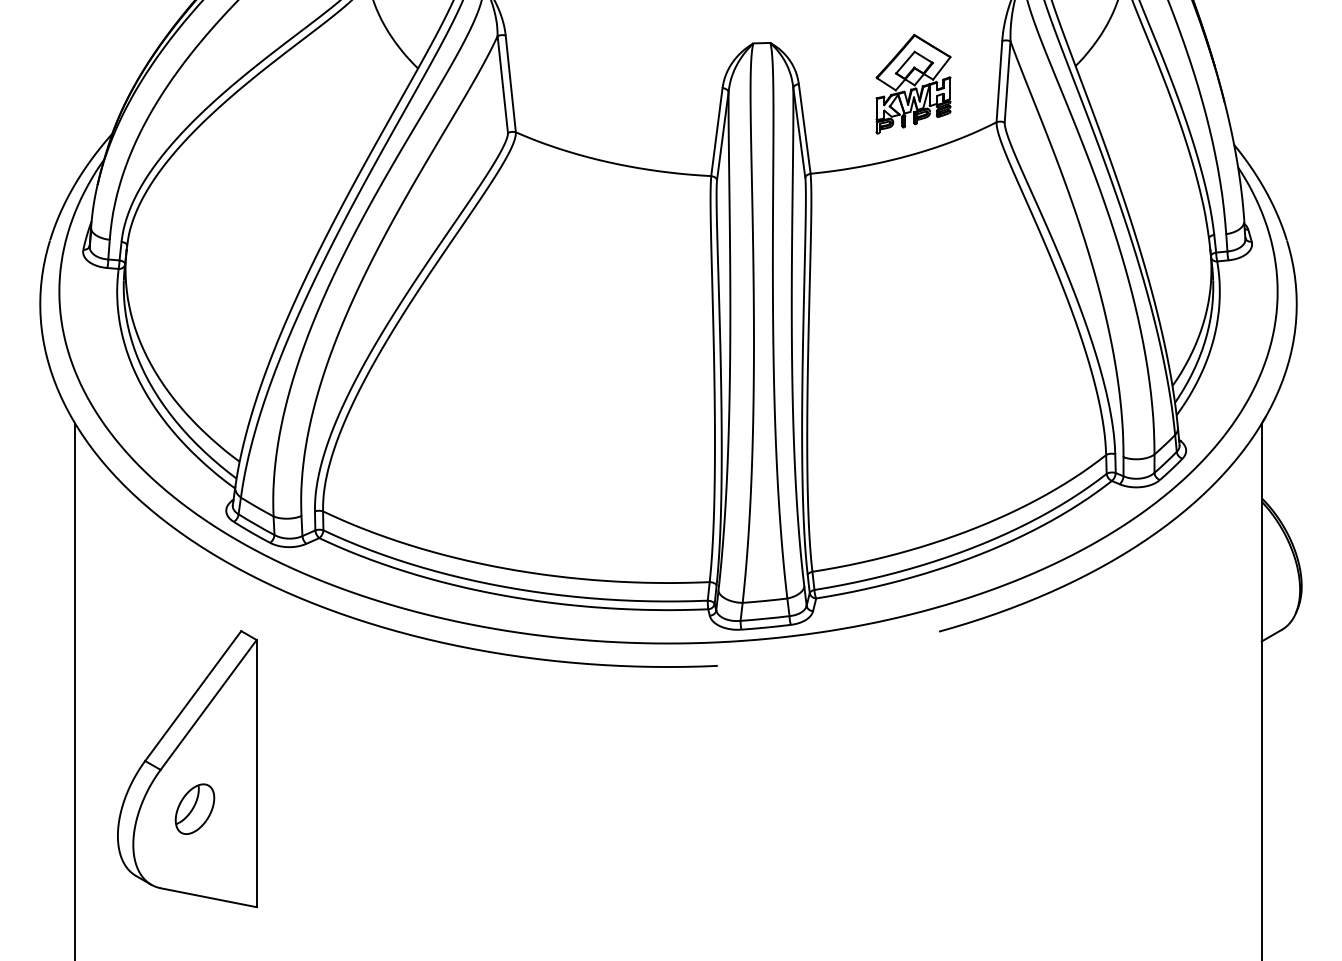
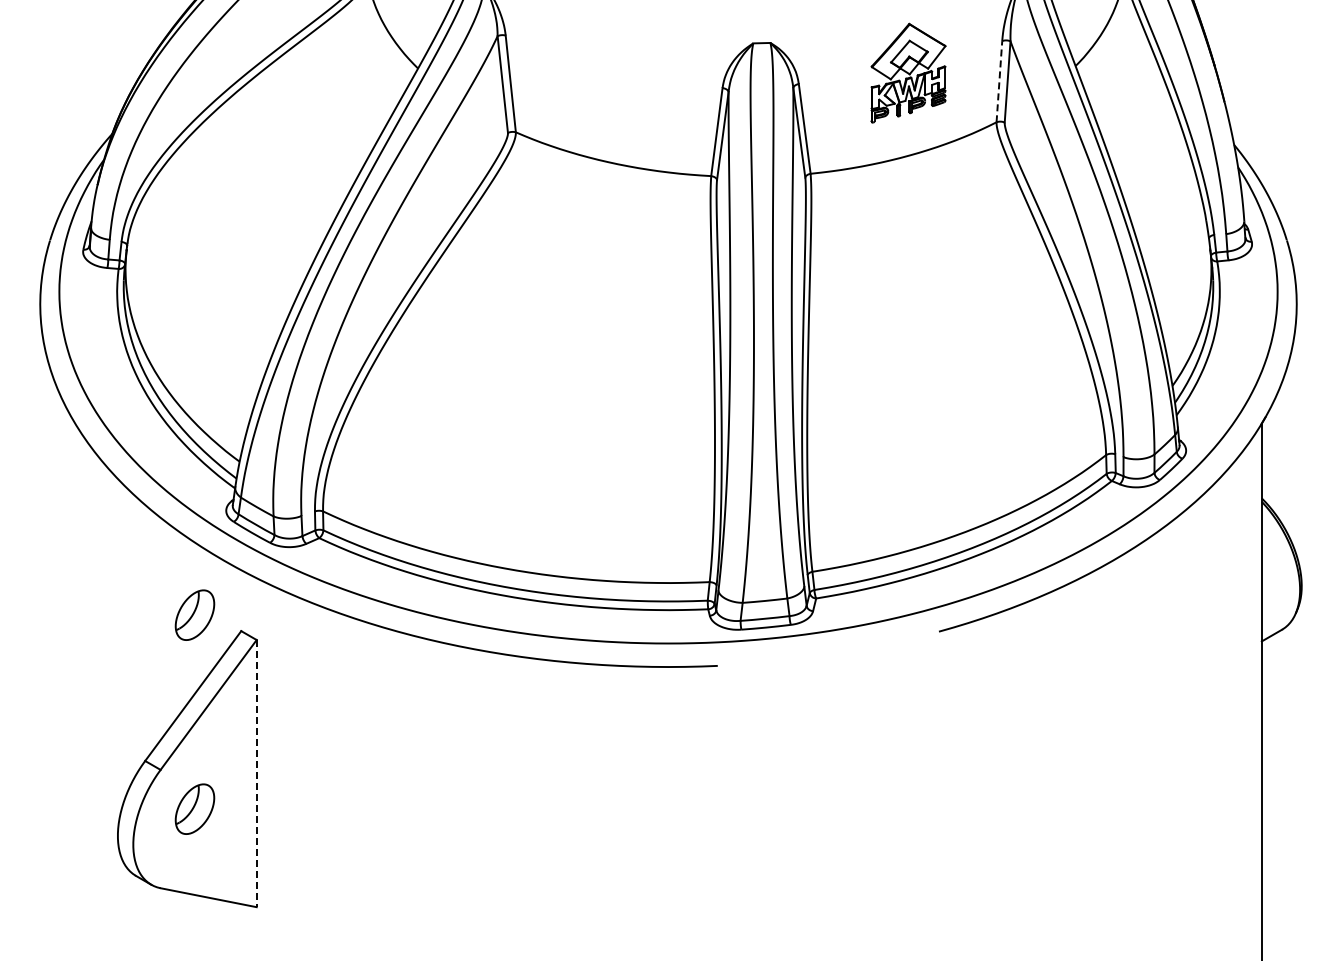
line at (999, 81): solid -> dashed
part at (913, 83) position: (913, 83) -> (908, 72)
part at (194, 614): none -> present
line at (75, 690): present -> none
line at (256, 773): solid -> dashed
